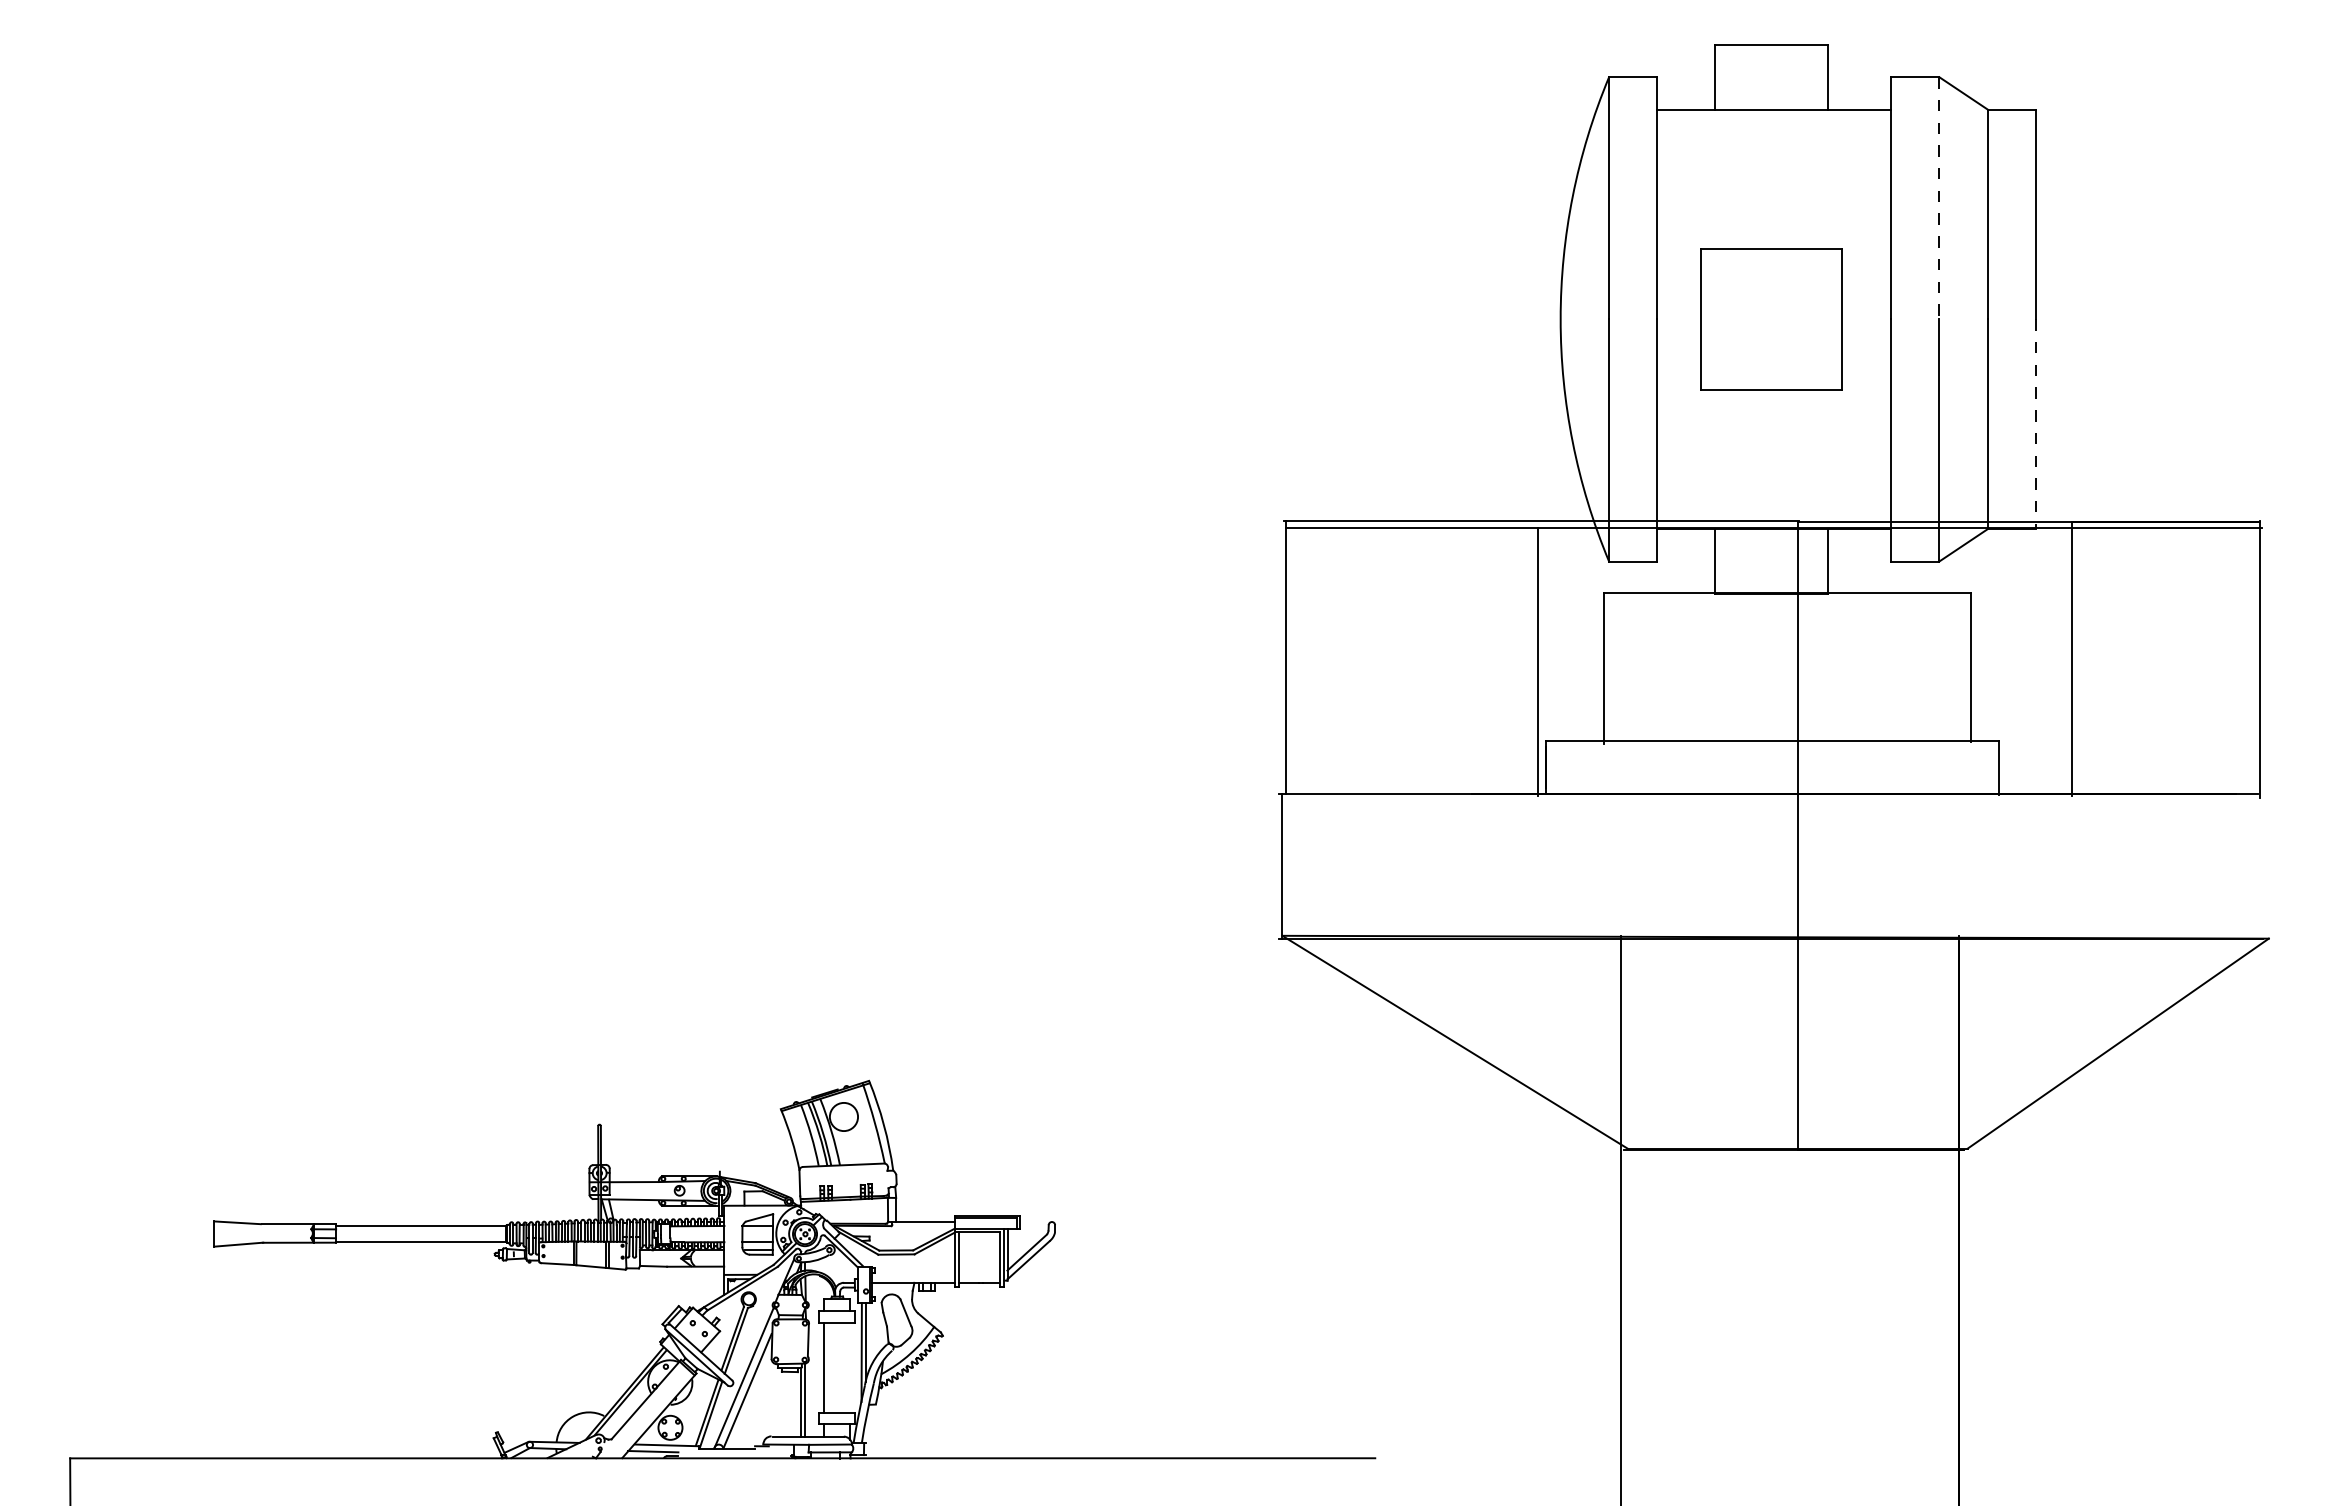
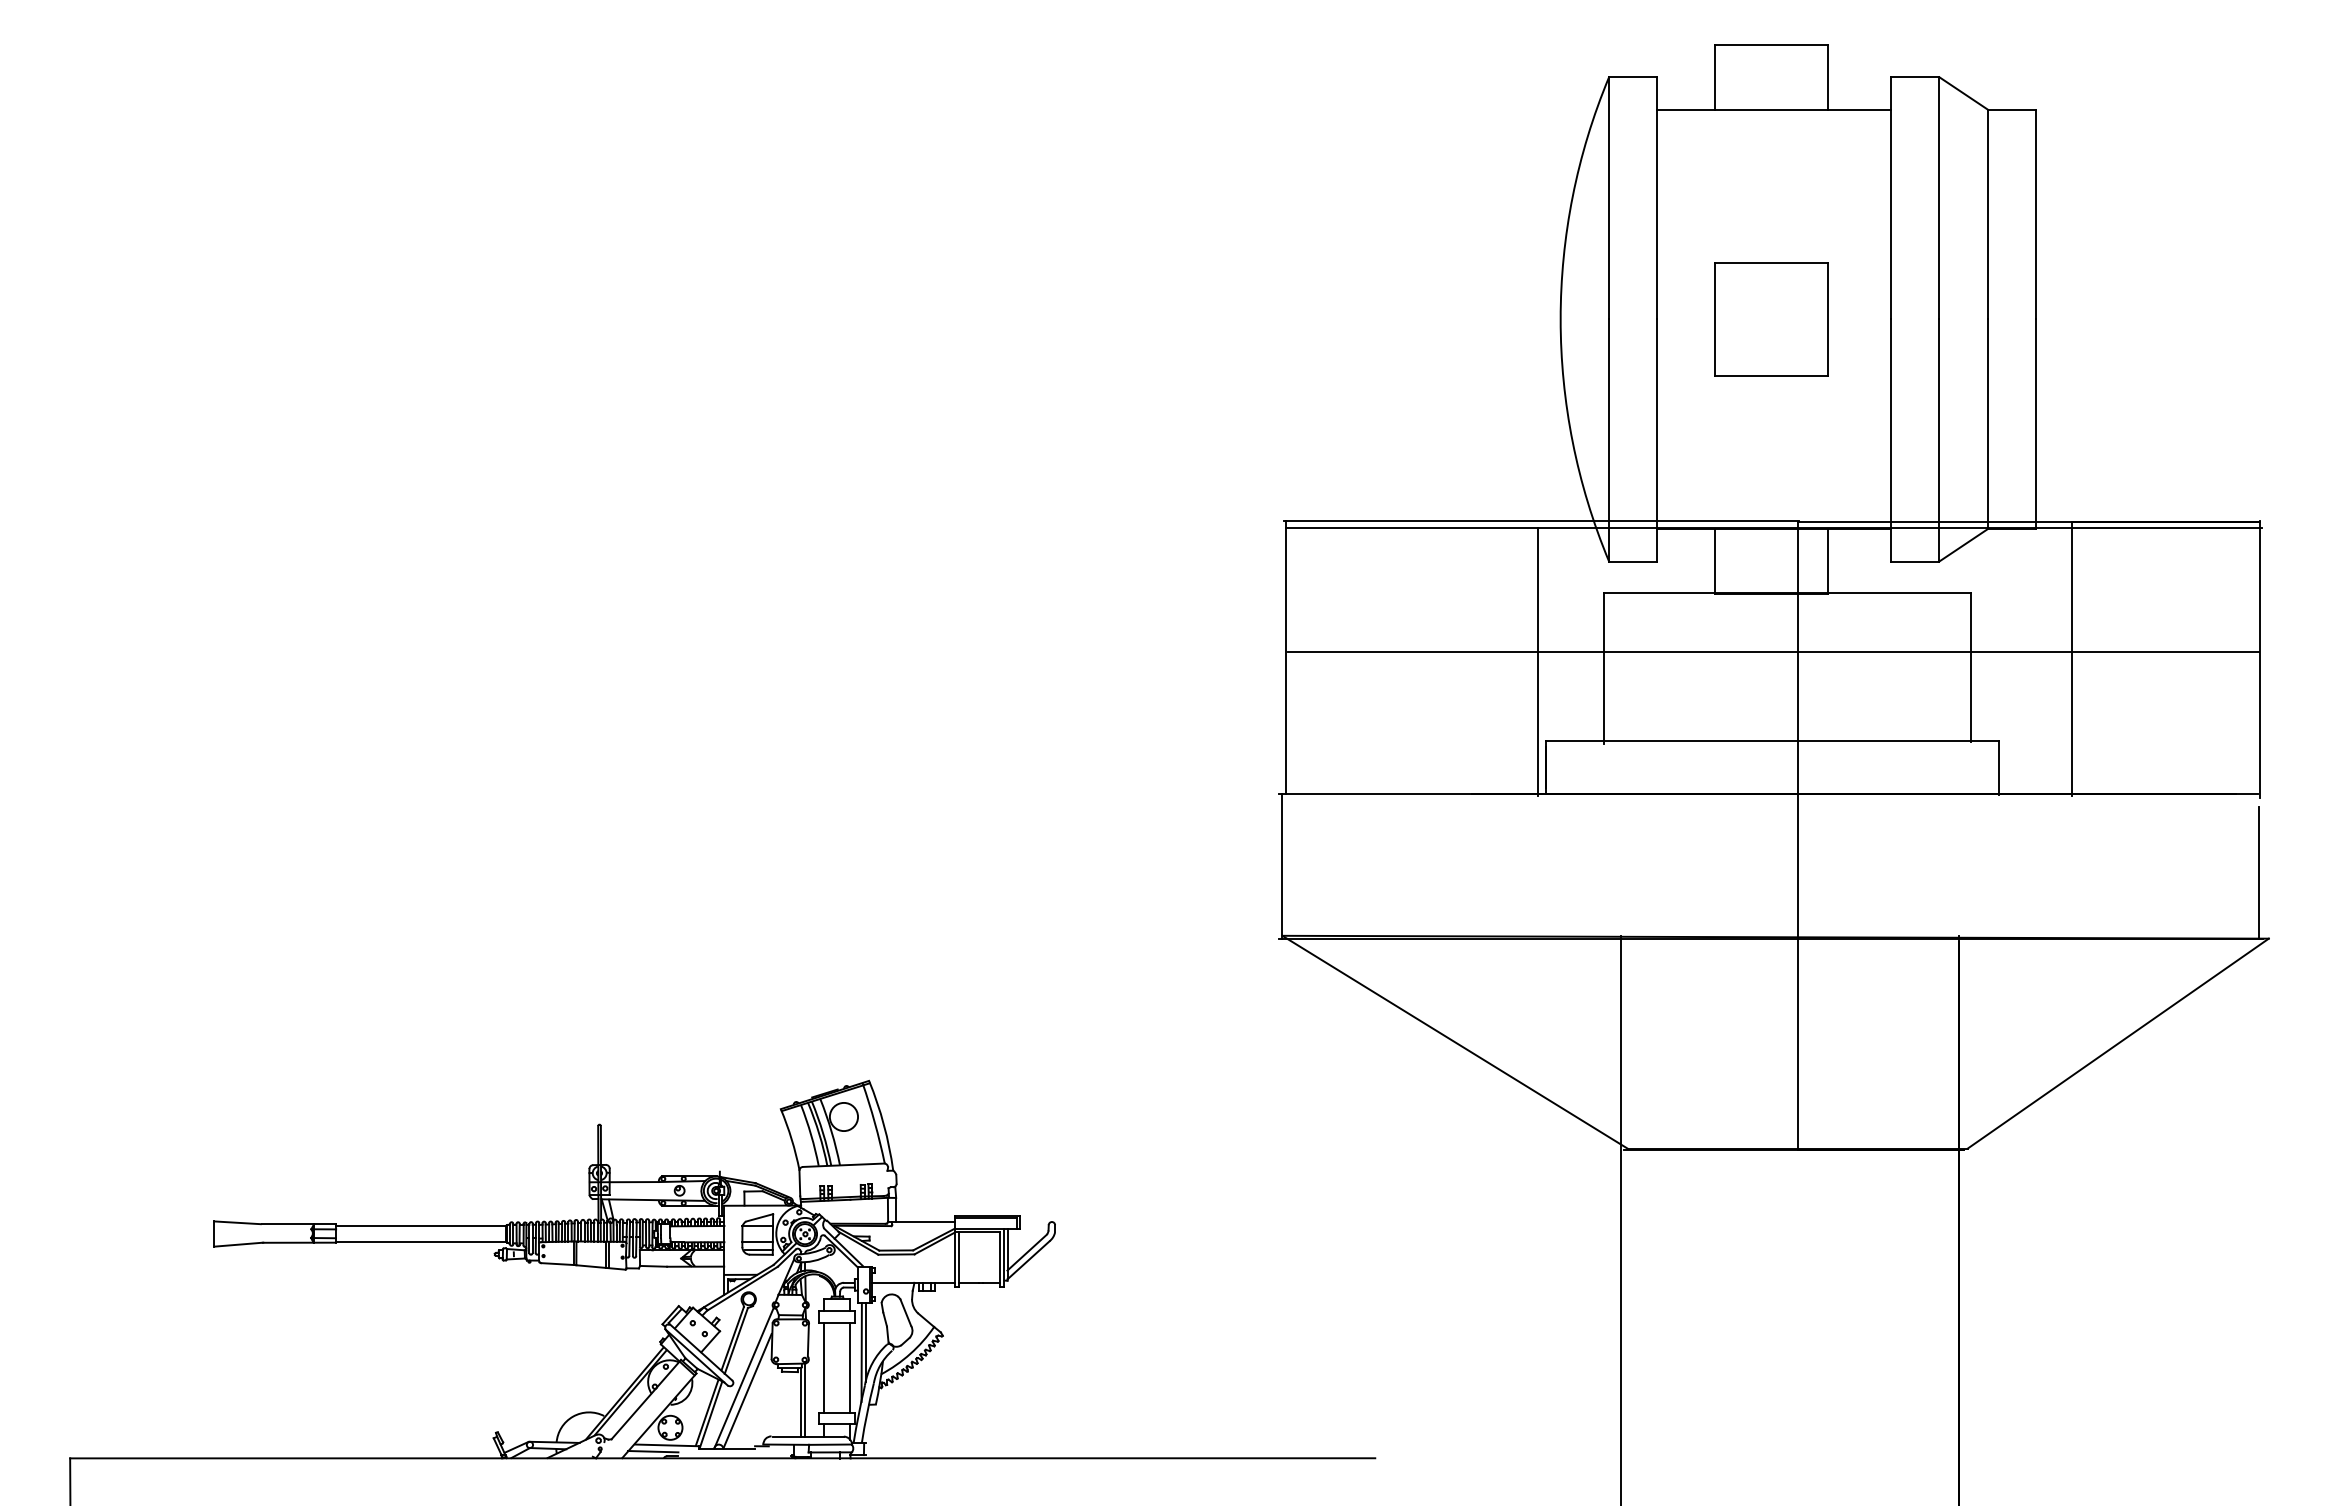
line at (1939, 198): dashed -> solid
part at (1771, 319) size: 143x143 px -> 115x115 px
line at (2036, 424): dashed -> solid
line at (1772, 651): none -> present
line at (2259, 873): none -> present
line at (850, 1367): none -> present
